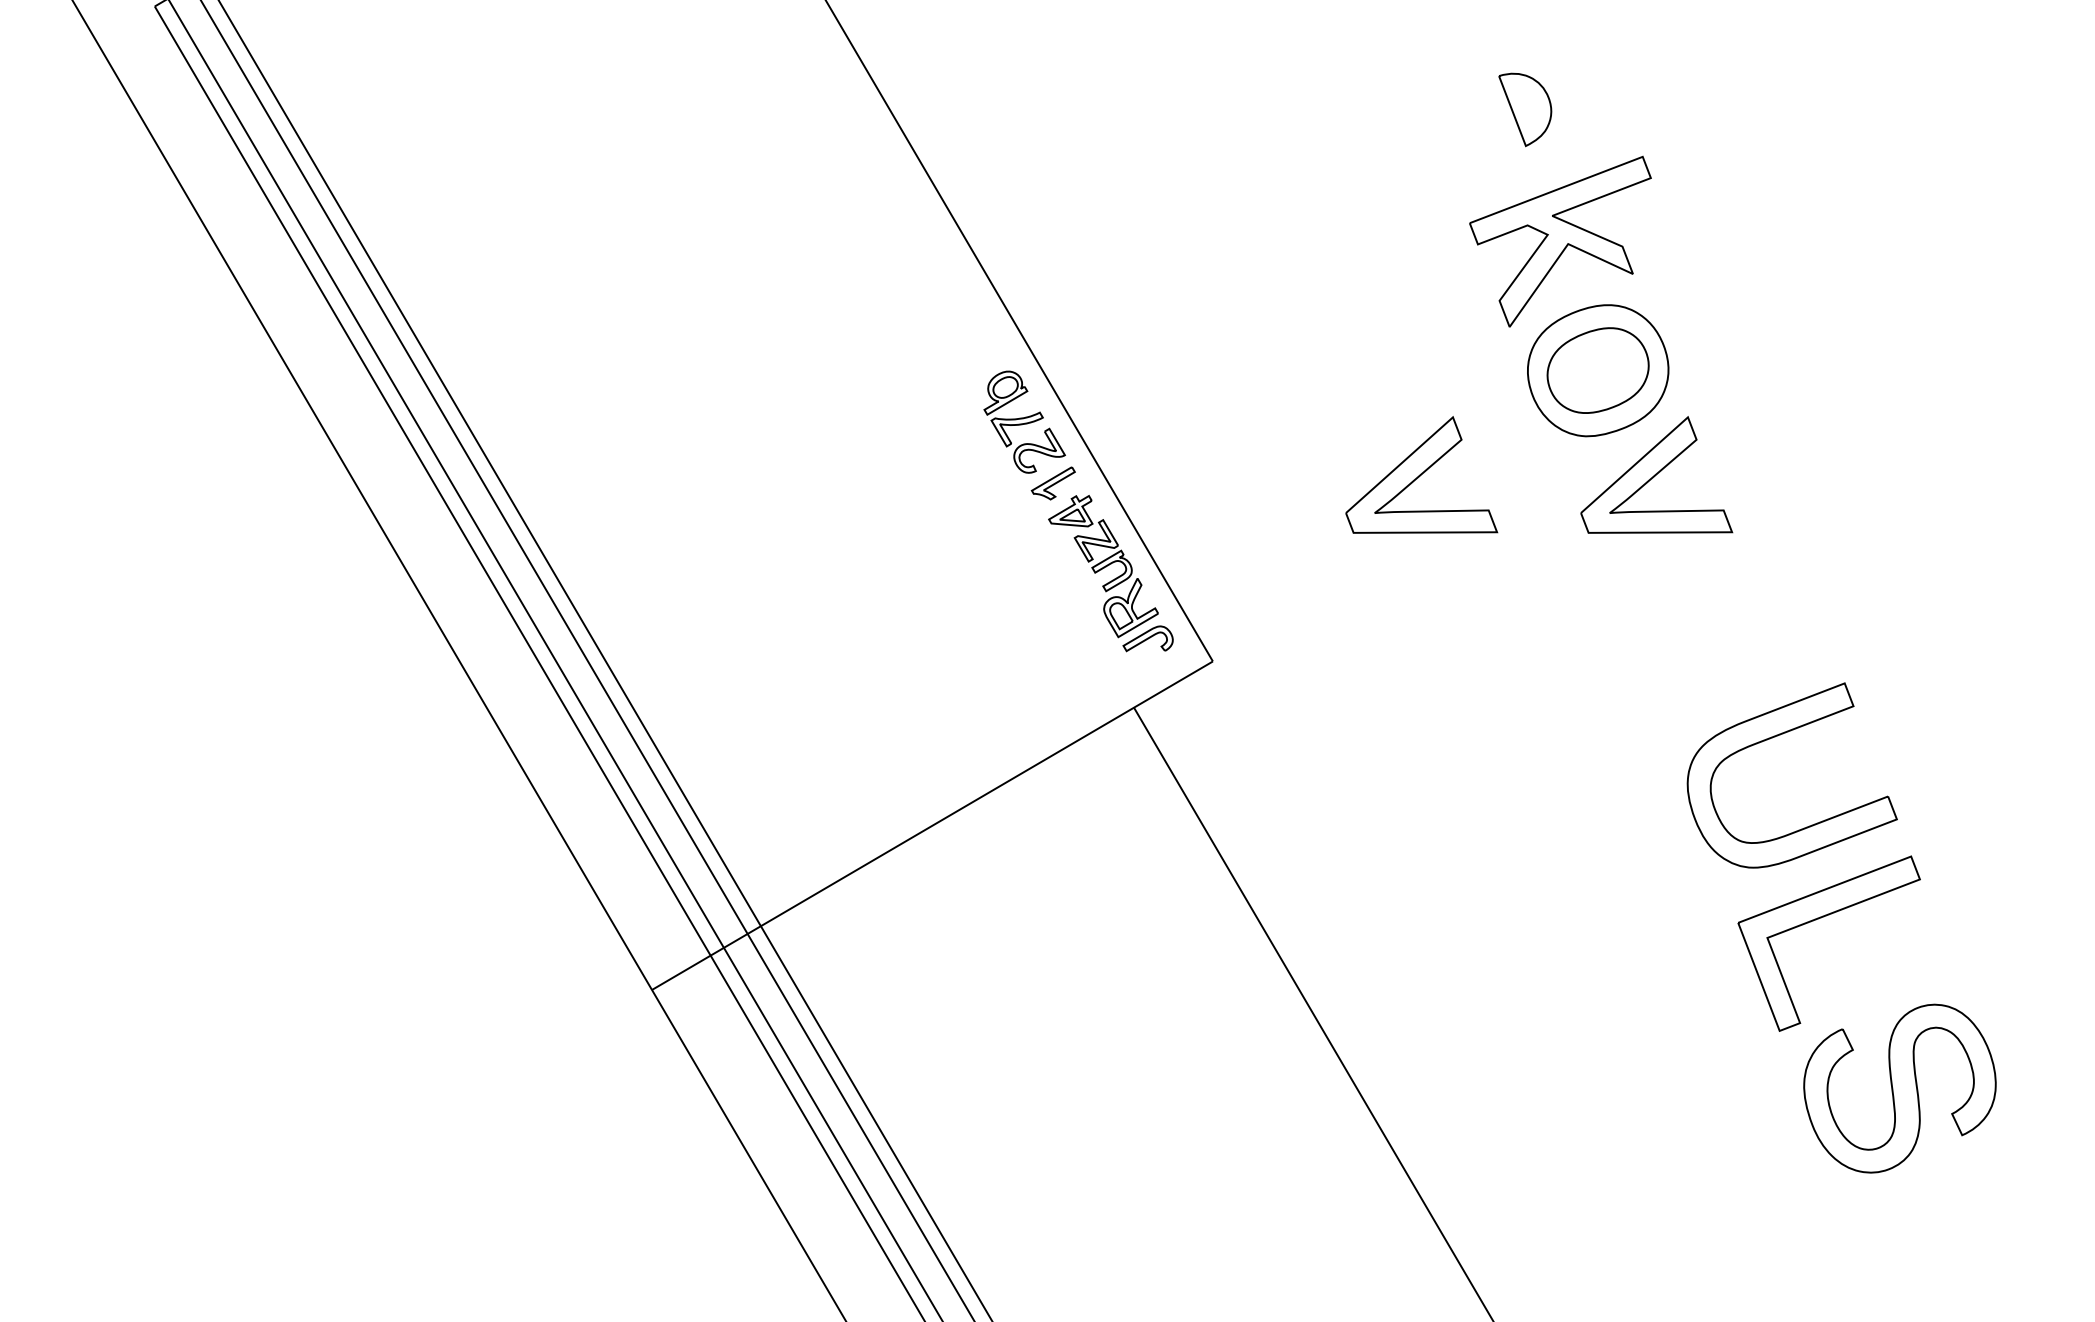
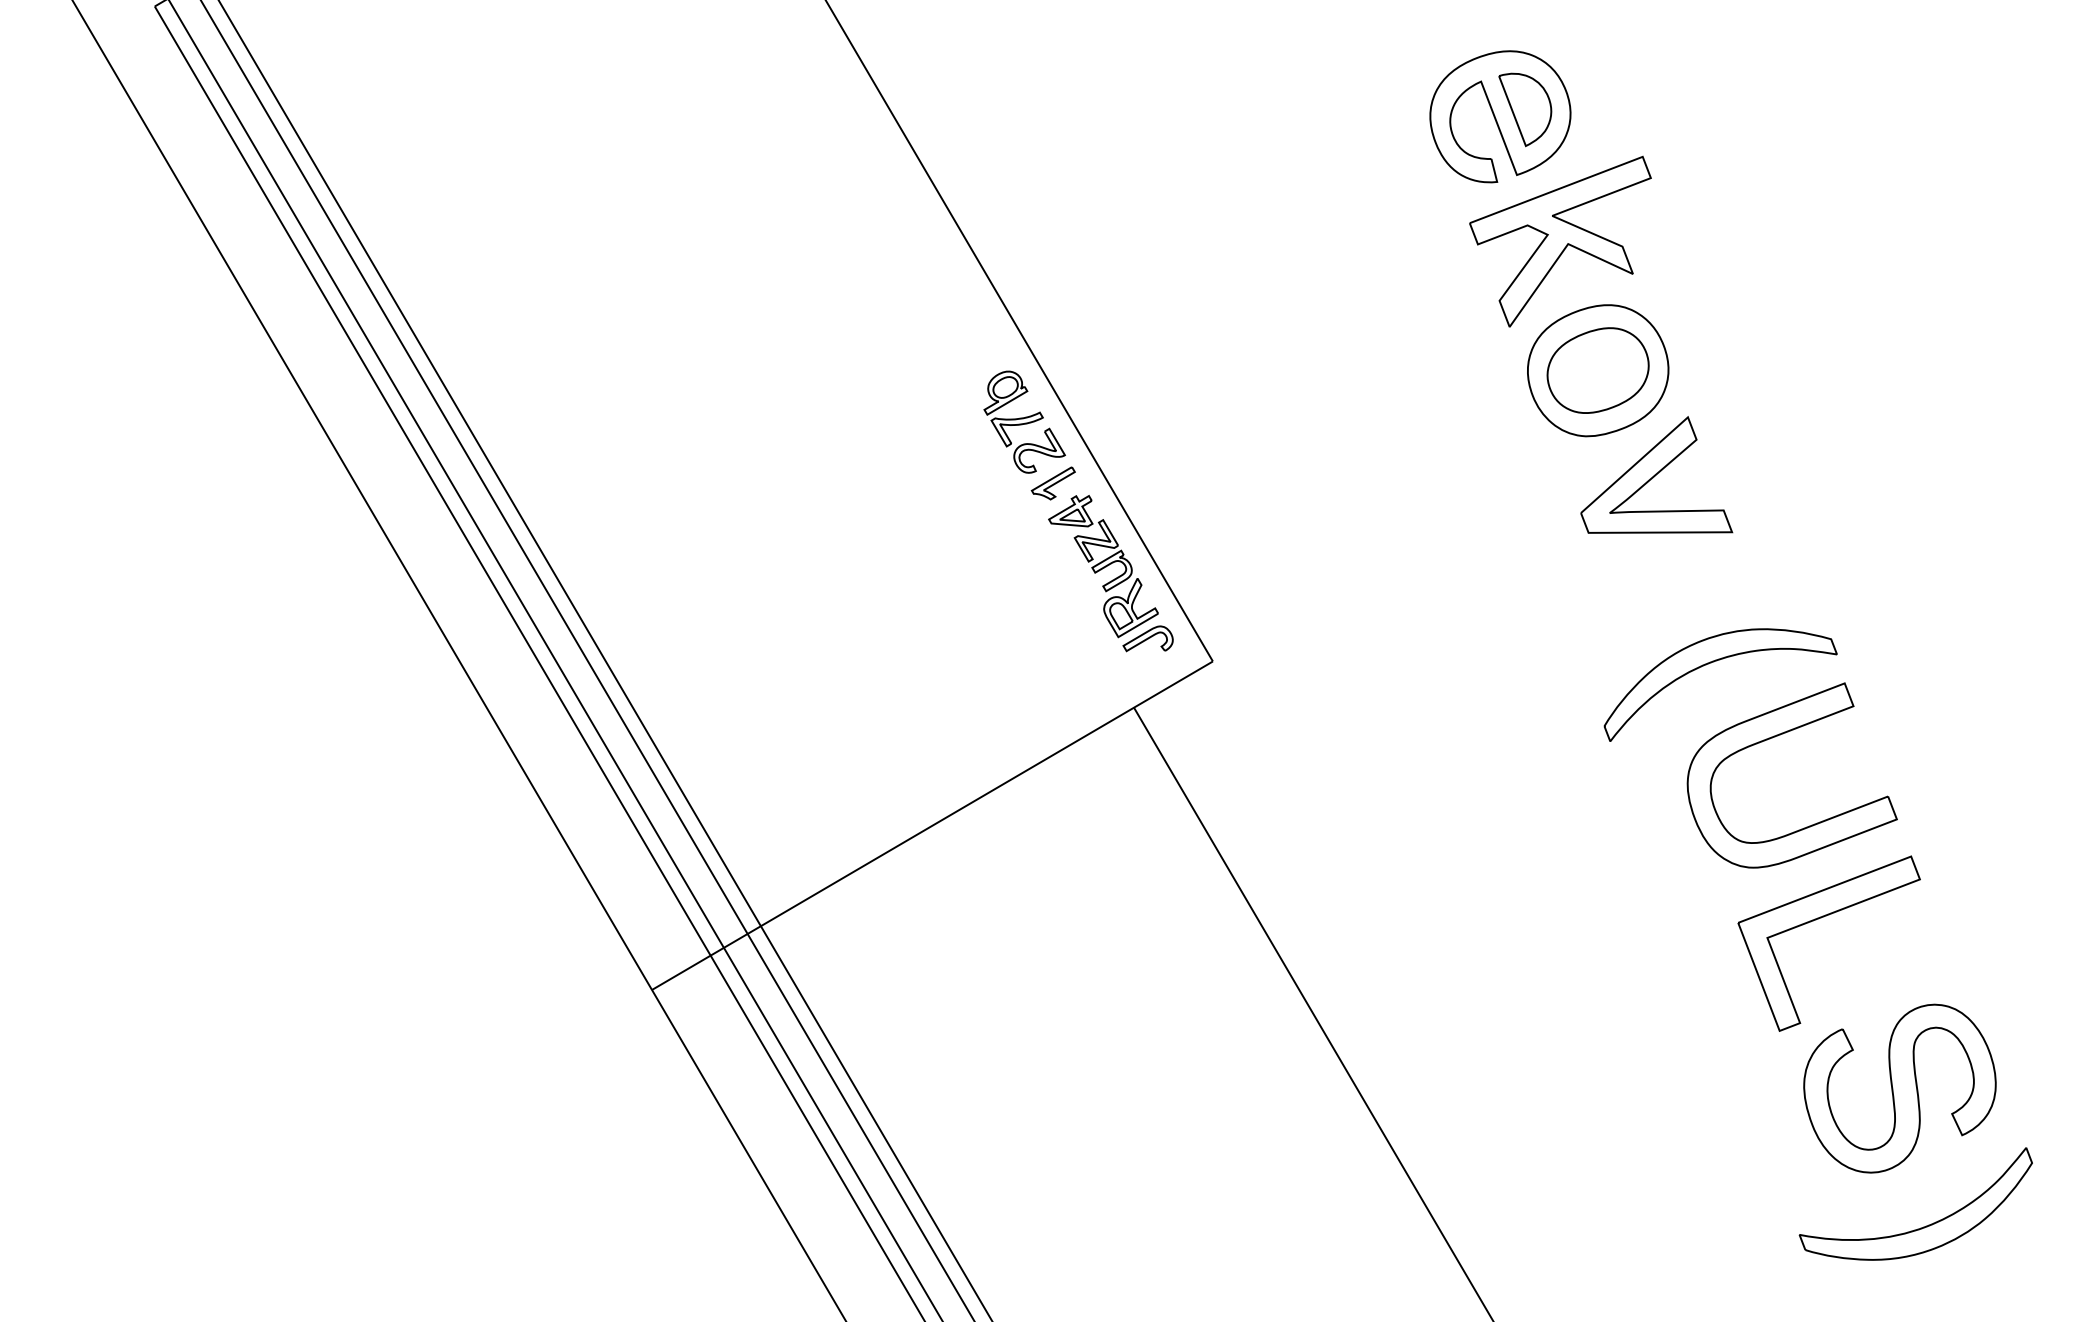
part at (1500, 116): none -> present
part at (1421, 474): present -> none
part at (1714, 662): none -> present
part at (1923, 1226): none -> present
